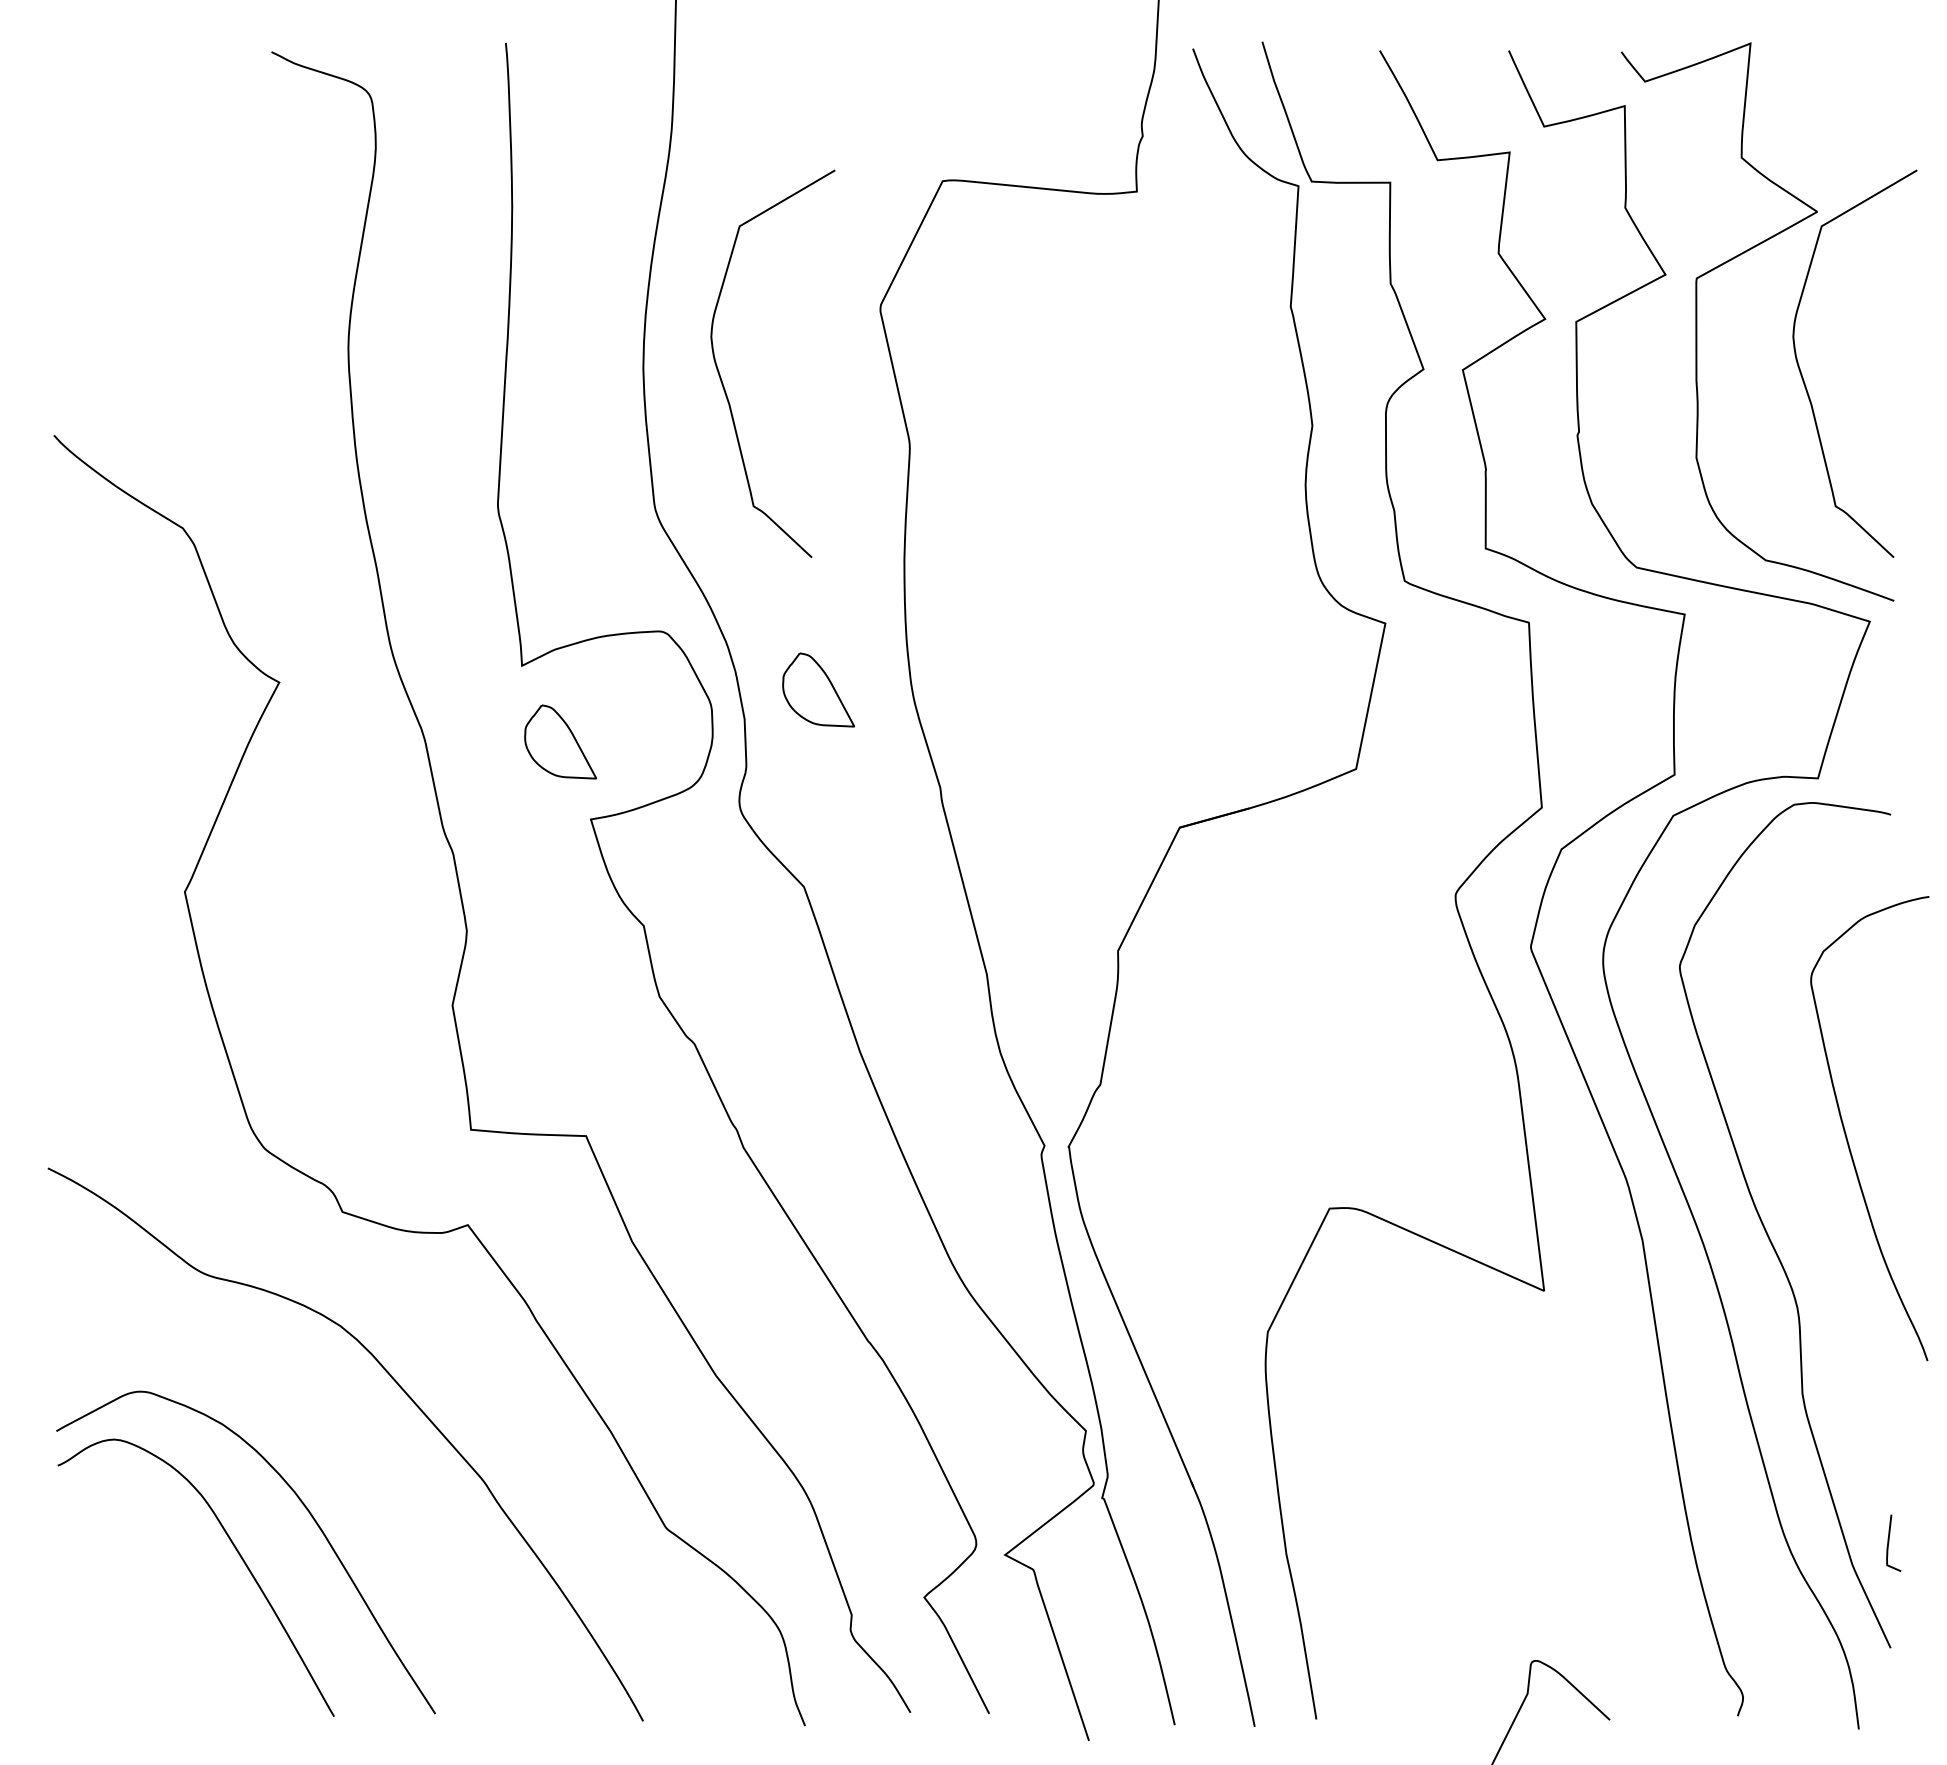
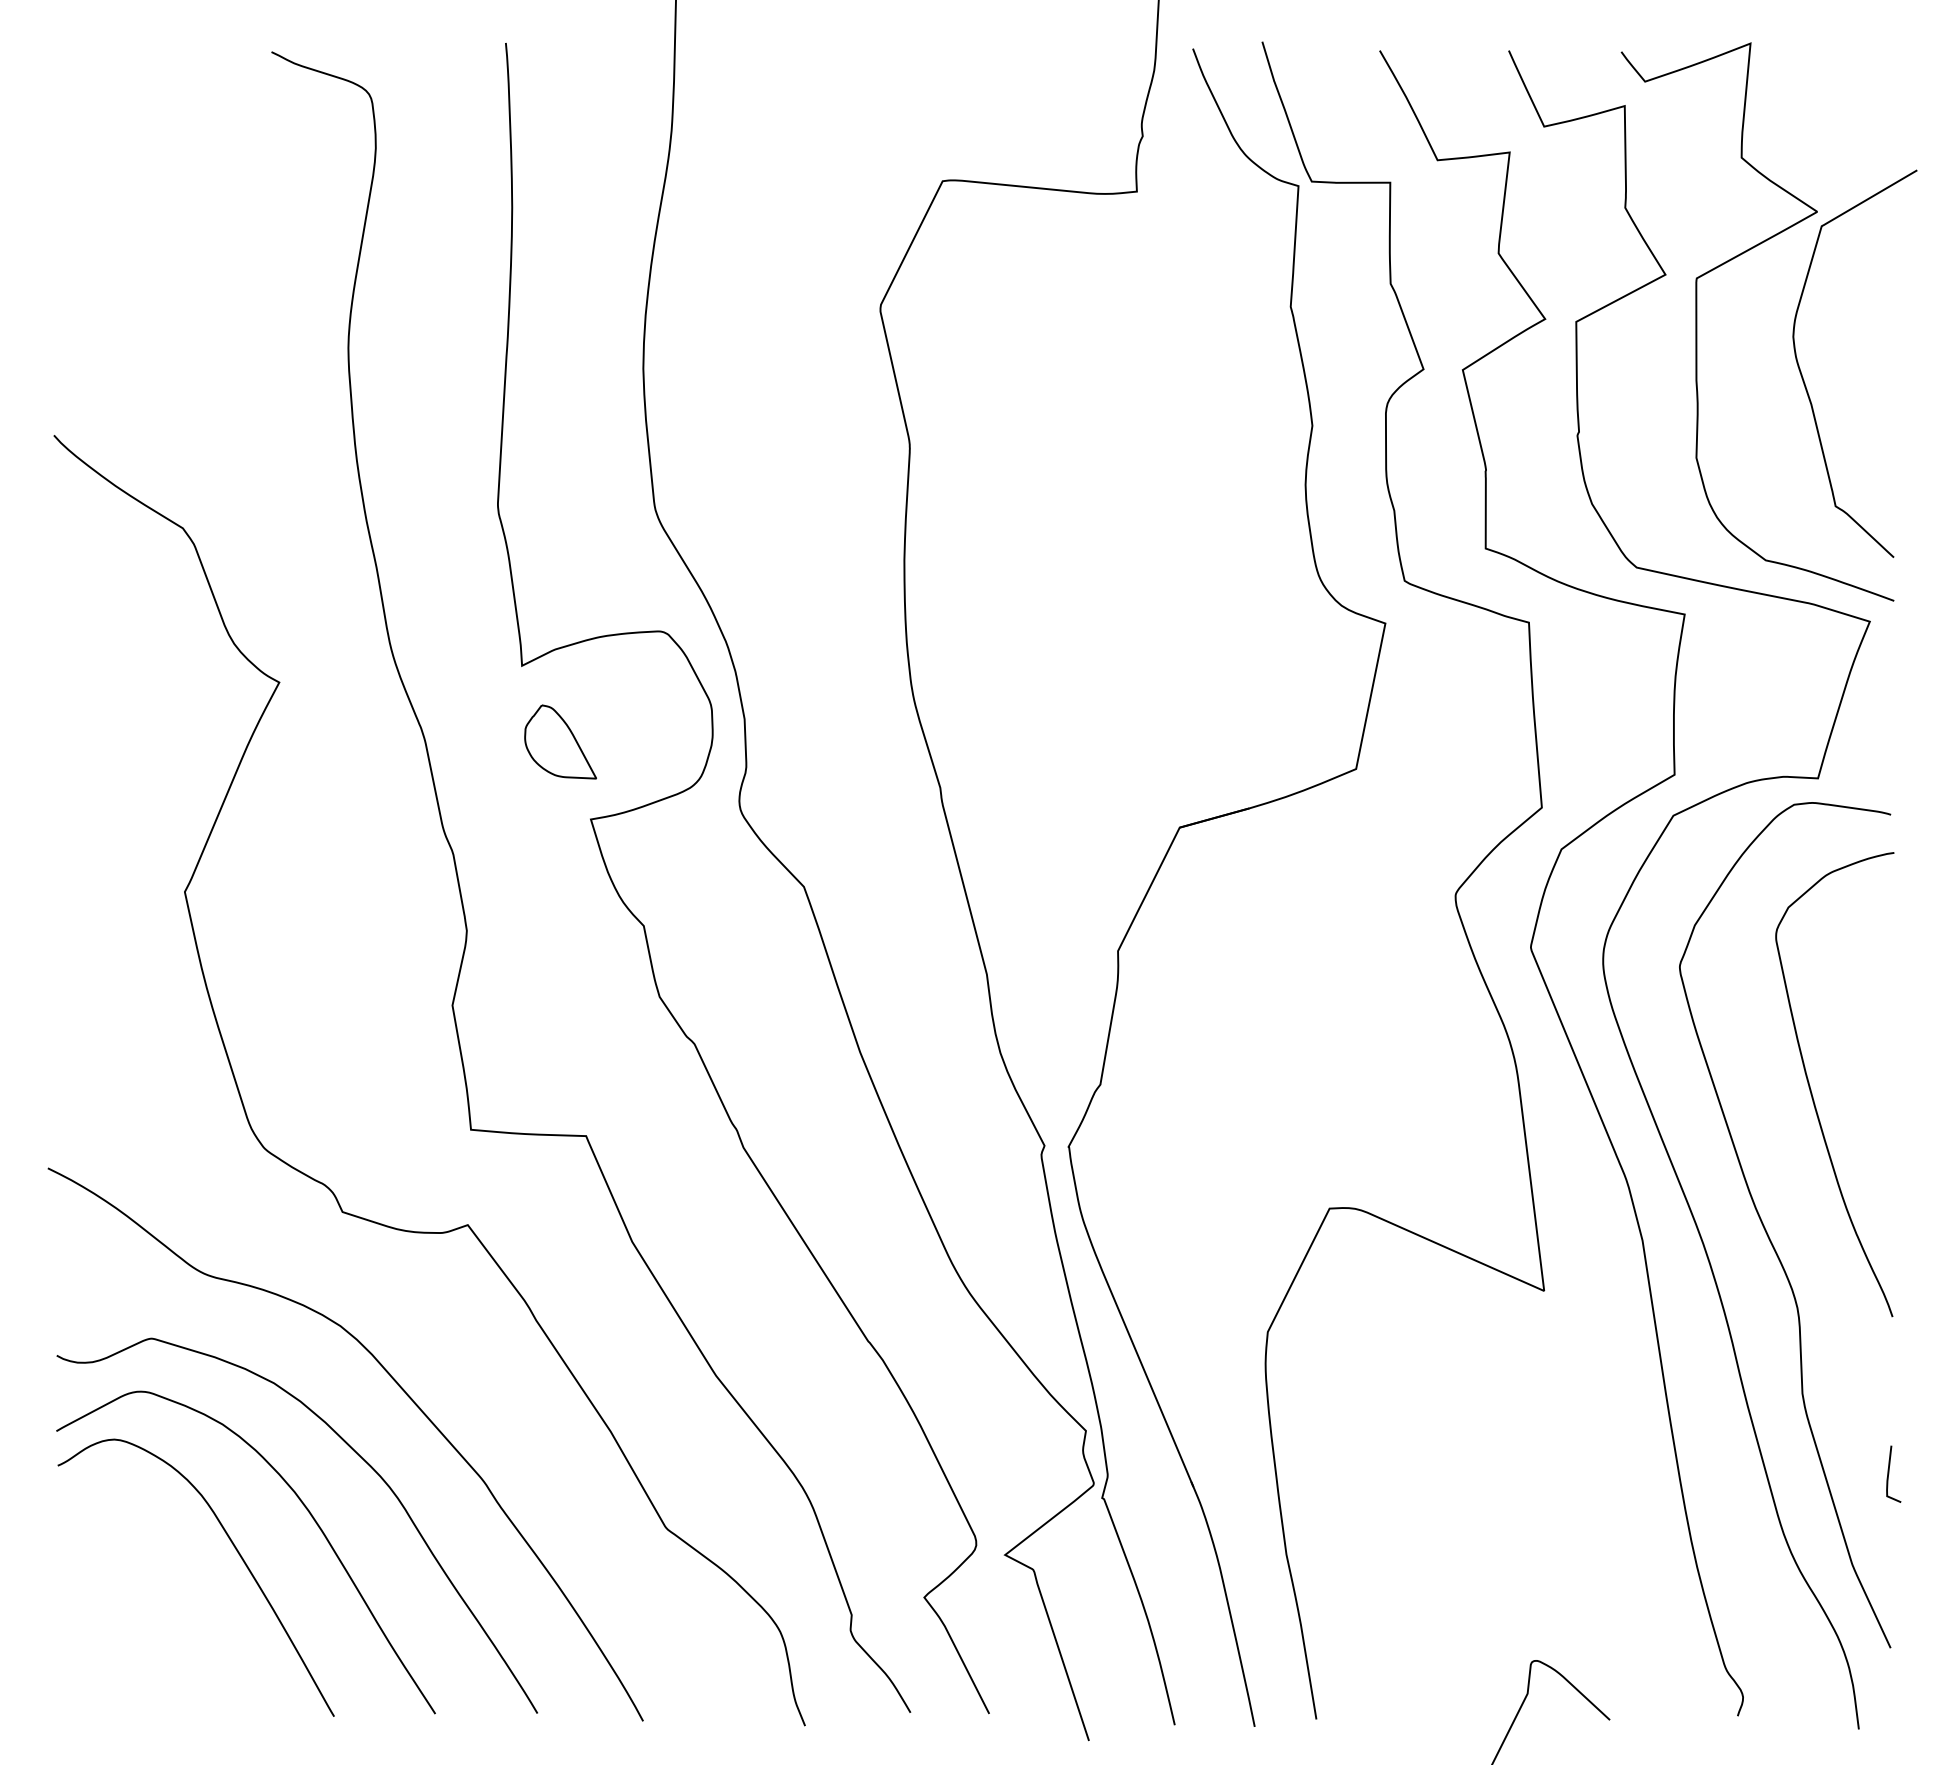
curve at (722, 380): present -> none
part at (818, 689): present -> none
curve at (1846, 1133) position: (1846, 1133) -> (1811, 1089)
curve at (354, 1452): none -> present
curve at (1889, 1542) position: (1889, 1542) -> (1889, 1473)
